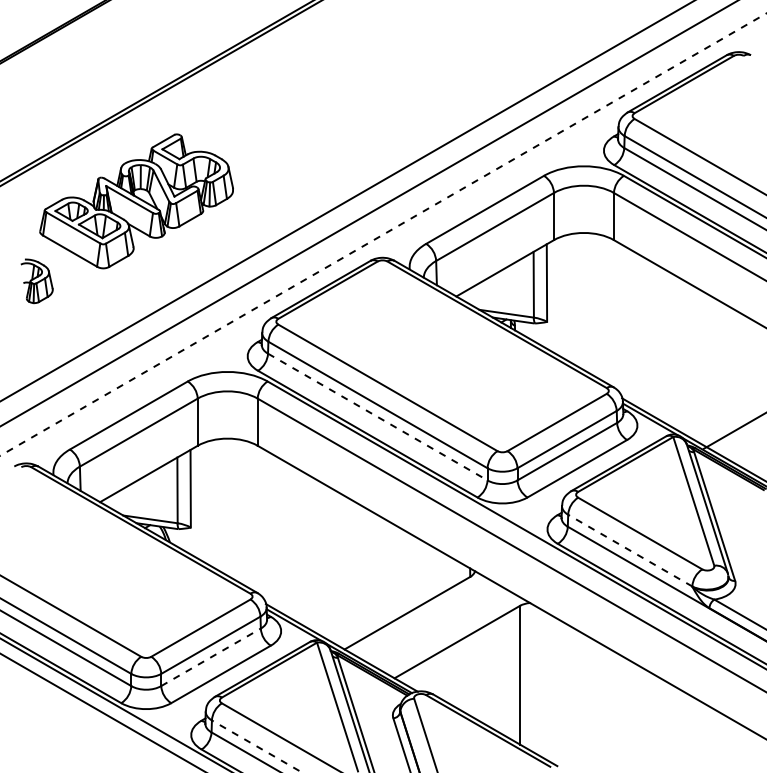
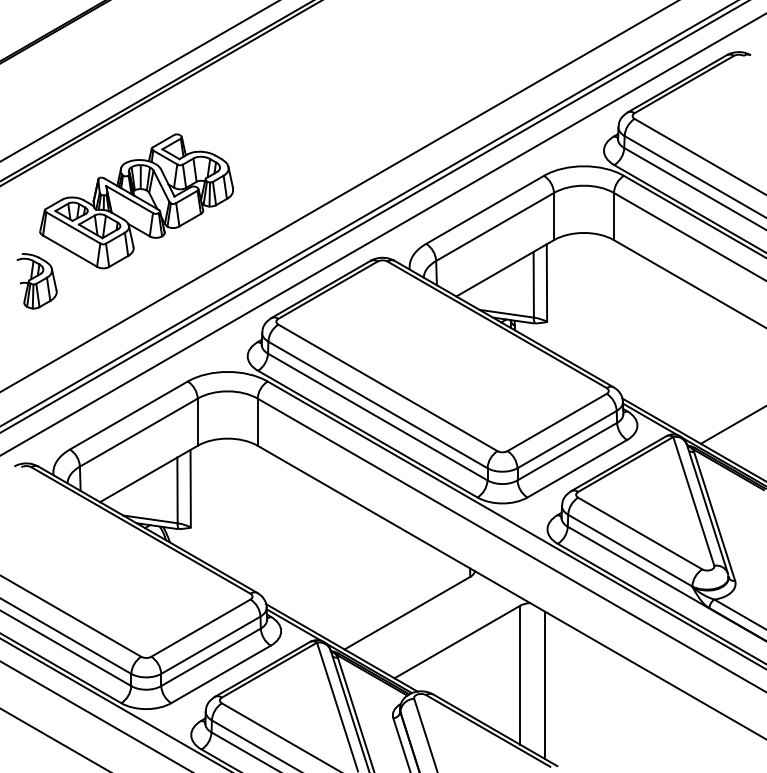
line at (139, 81): none -> present
line at (346, 201) position: (346, 201) -> (338, 196)
line at (374, 216): none -> present
line at (383, 234): dashed -> solid
part at (36, 281) size: 34x47 px -> 42x57 px
line at (377, 417): dashed -> solid
line at (733, 431) position: (733, 431) -> (731, 425)
line at (630, 550): dashed -> solid
line at (211, 657): dashed -> solid
line at (545, 684): none -> present
line at (101, 711) position: (101, 711) -> (95, 715)
line at (54, 739): none -> present
line at (256, 746): dashed -> solid
